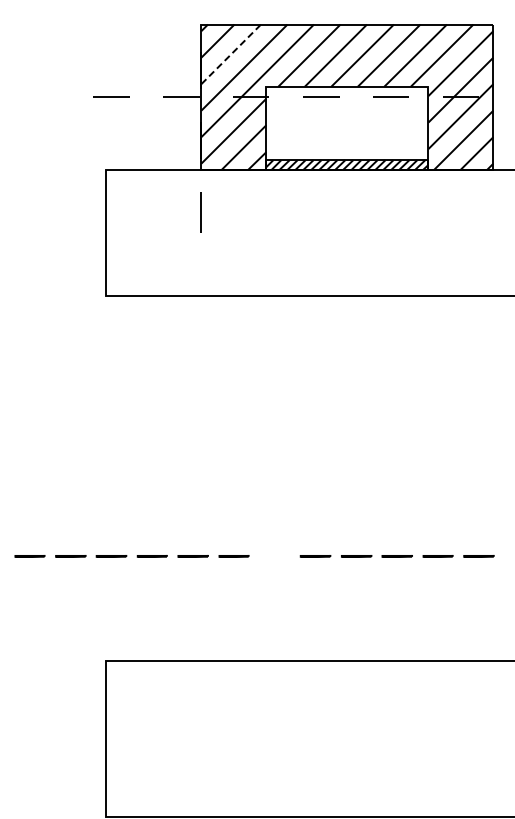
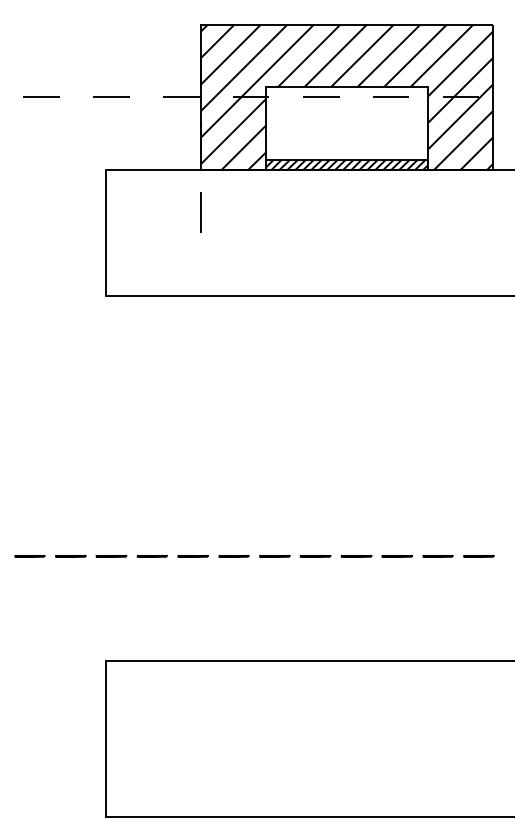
line at (231, 54): dashed -> solid
line at (41, 96): none -> present
line at (274, 556): none -> present
